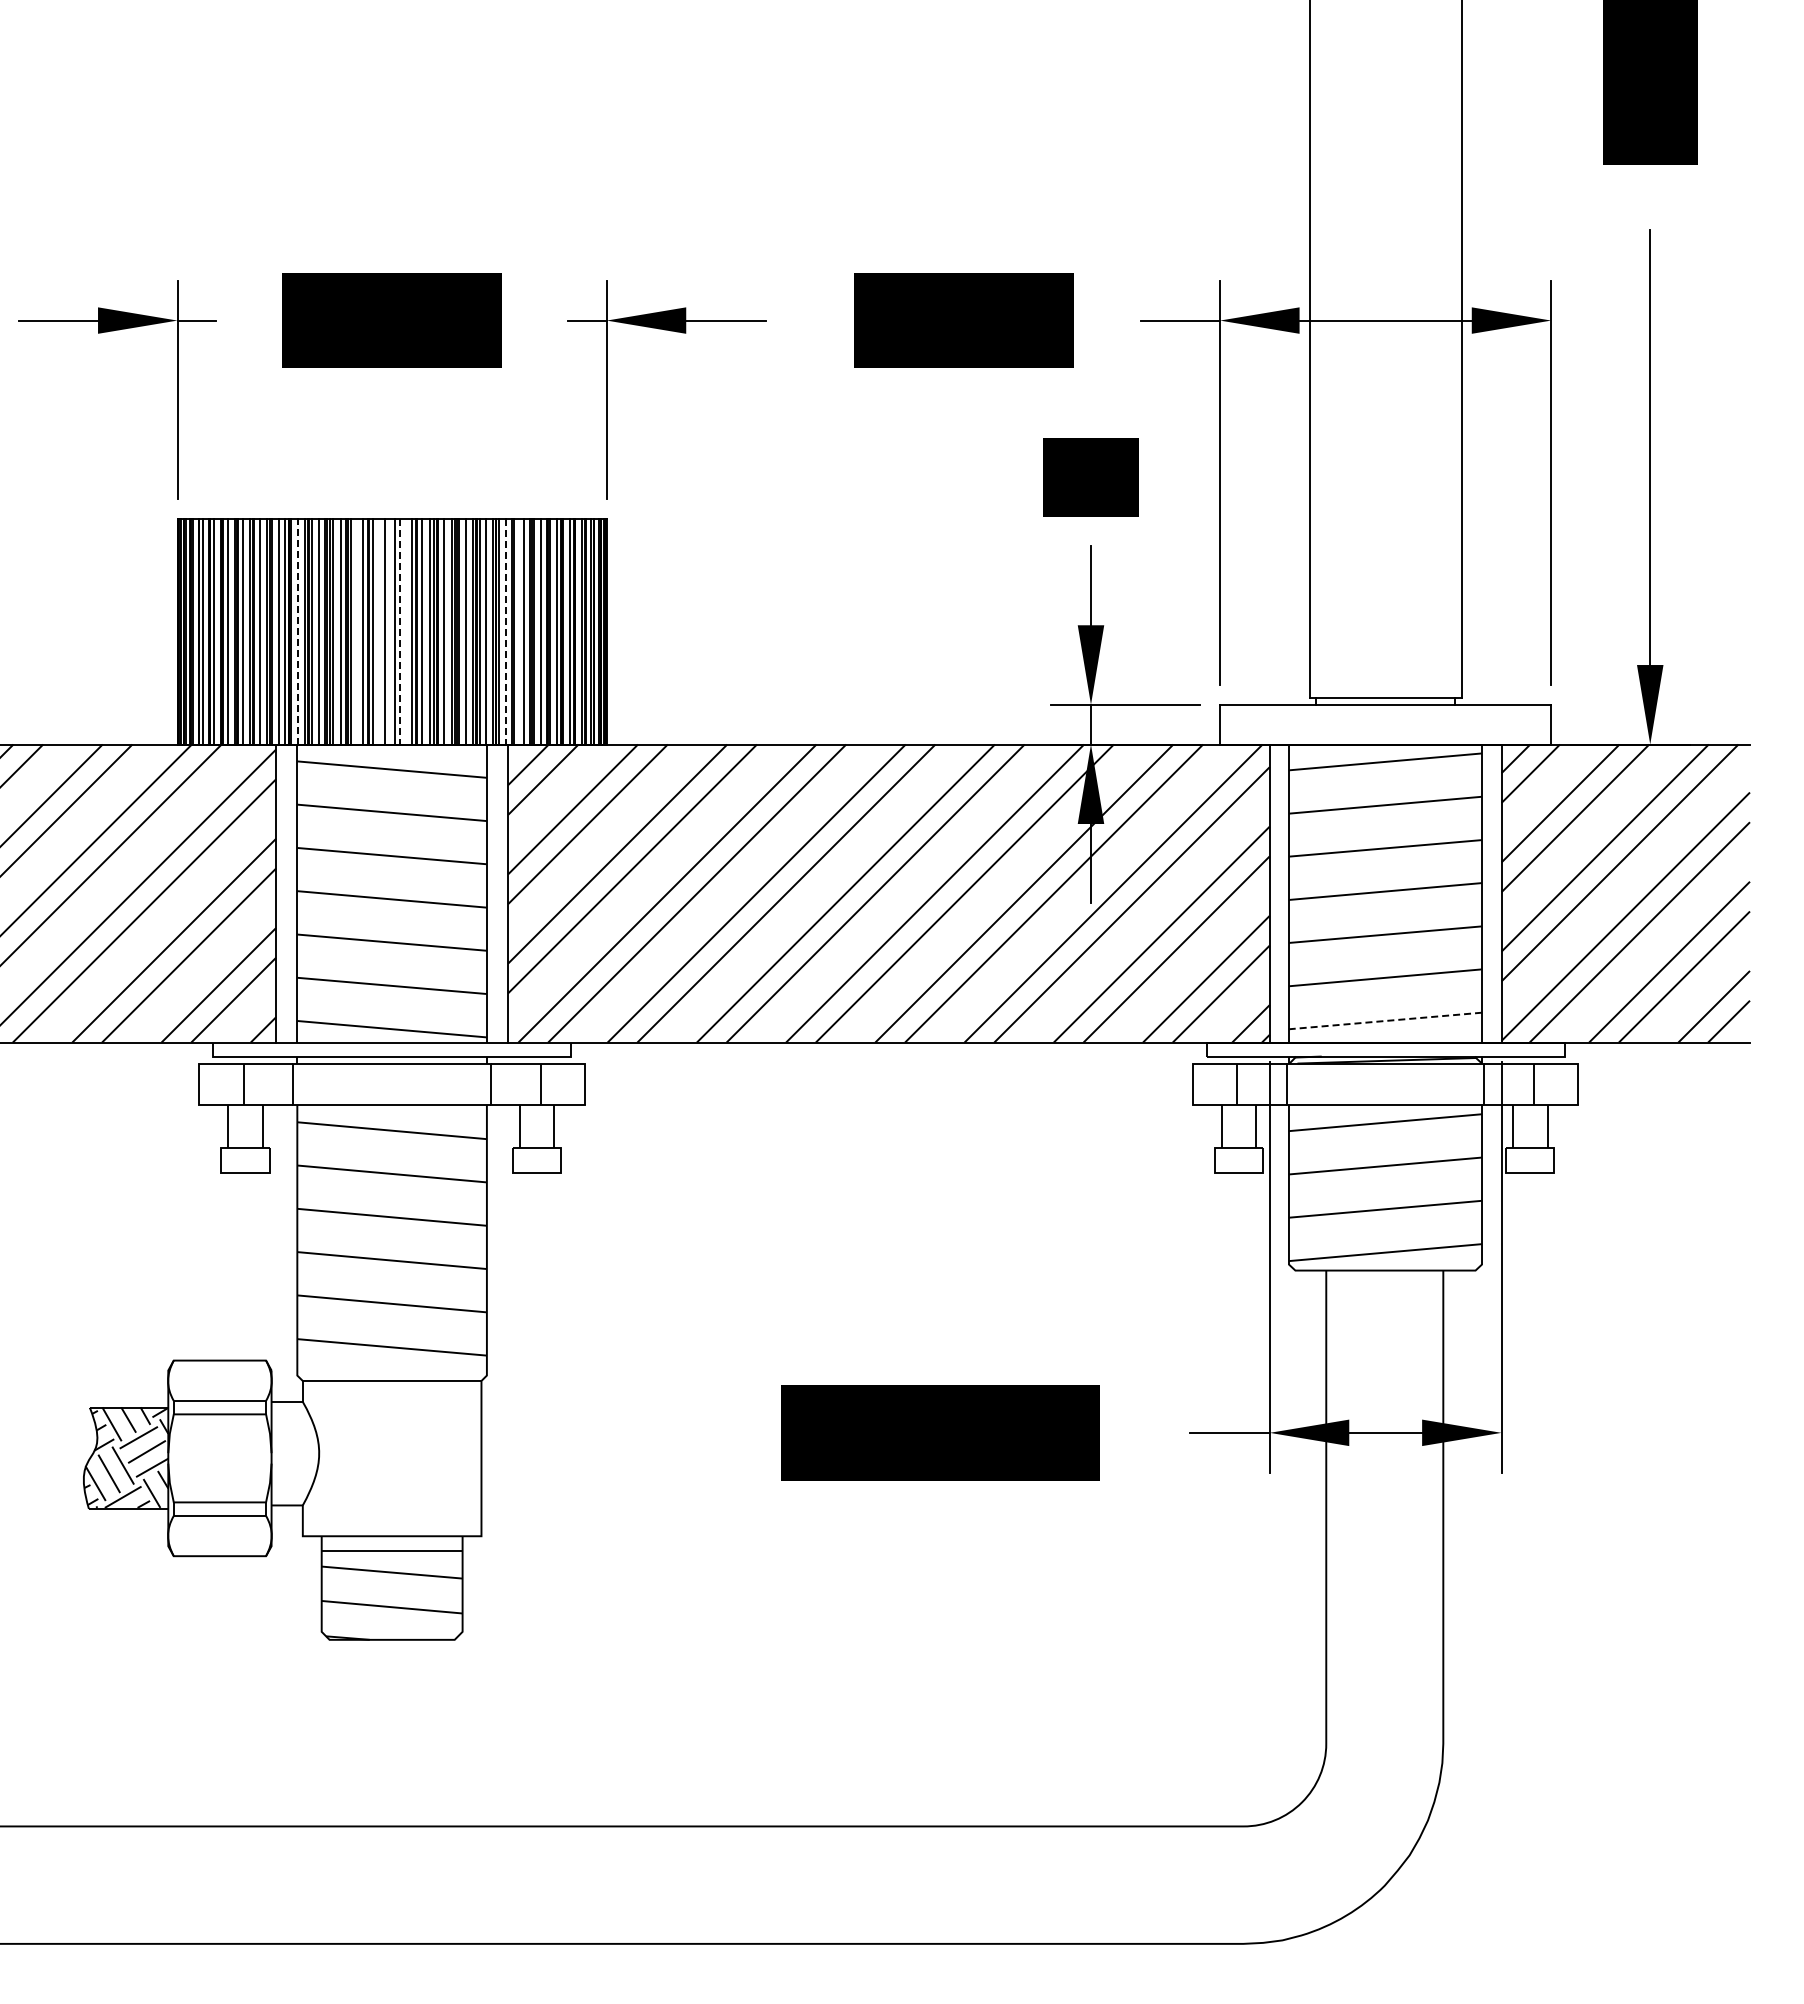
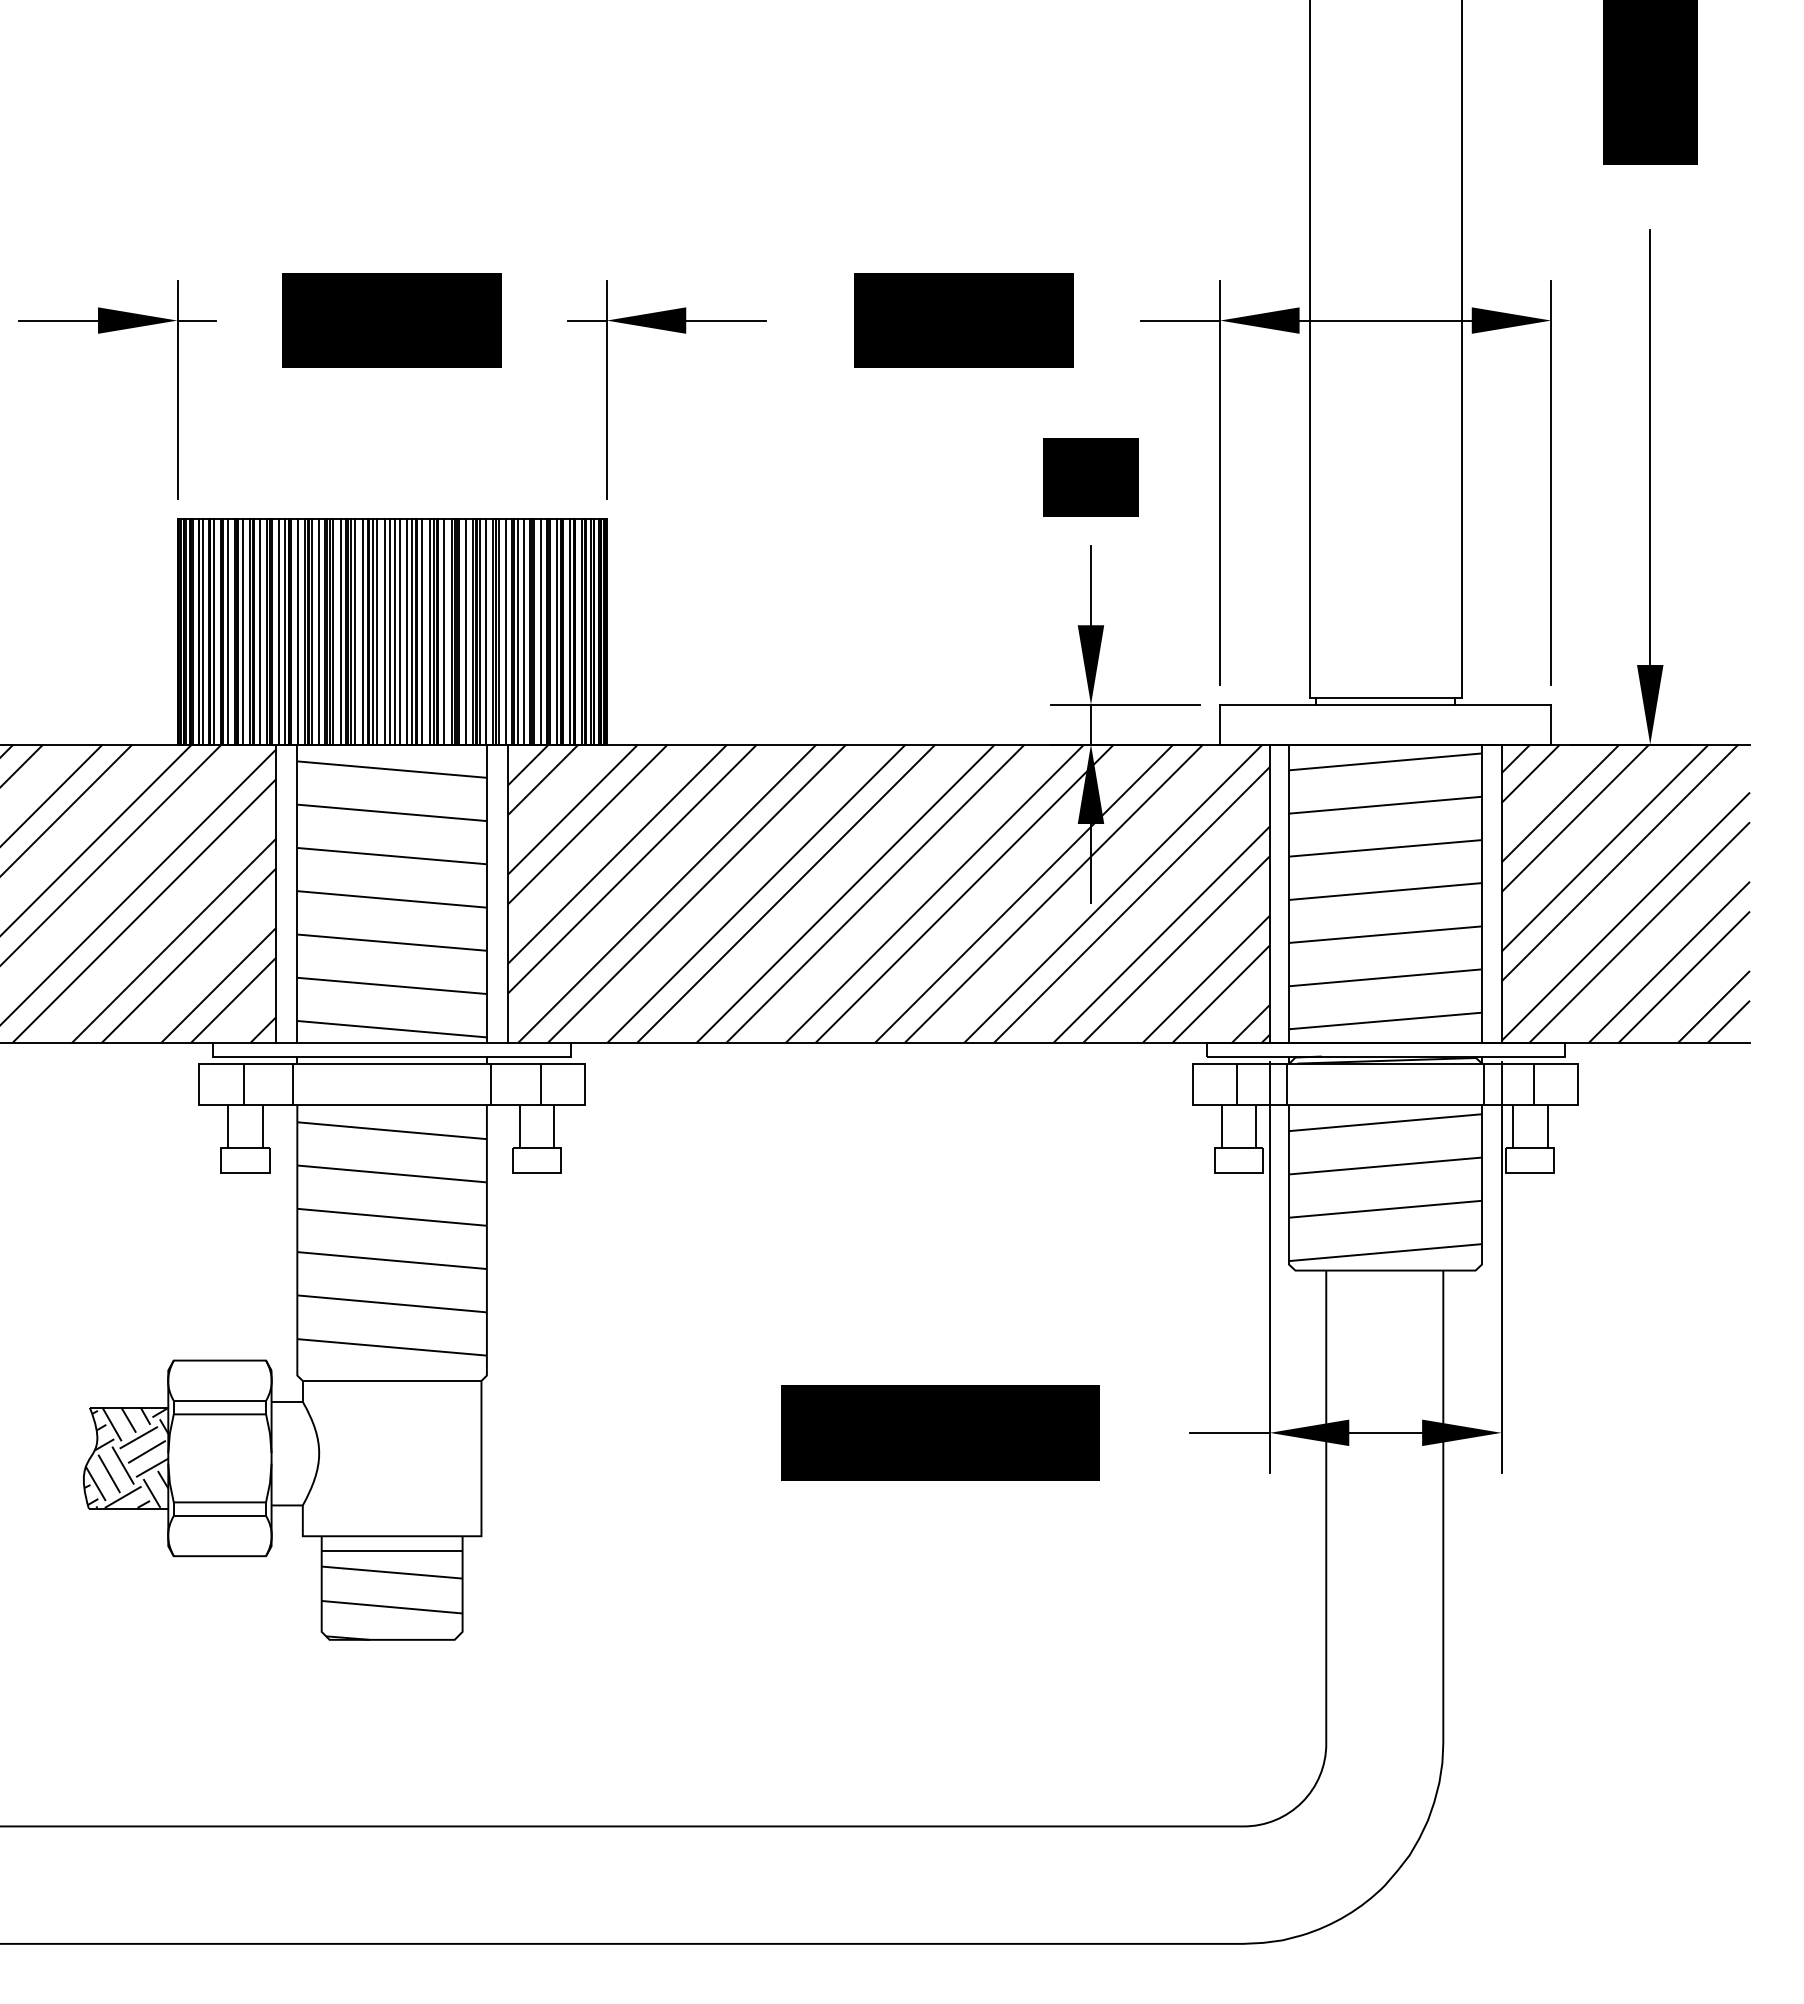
line at (298, 631): dashed -> solid
line at (354, 631): none -> present
line at (377, 631): none -> present
line at (389, 631): none -> present
line at (399, 631): dashed -> solid
line at (407, 631): none -> present
line at (505, 631): dashed -> solid
line at (517, 631): none -> present
line at (1385, 1020): dashed -> solid
